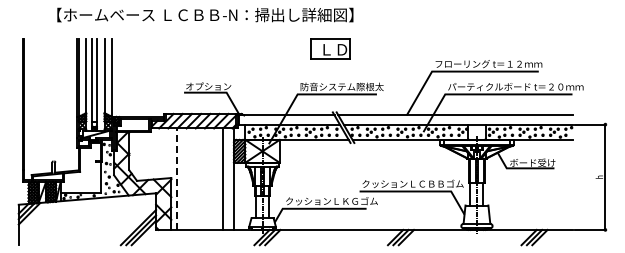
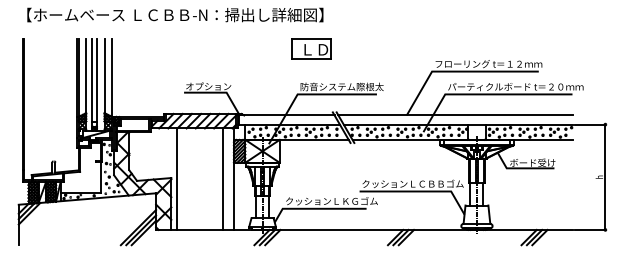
text at (205, 14) position: (205, 14) -> (175, 14)
part at (330, 48) position: (330, 48) -> (311, 48)
line at (177, 179): dashed -> solid
